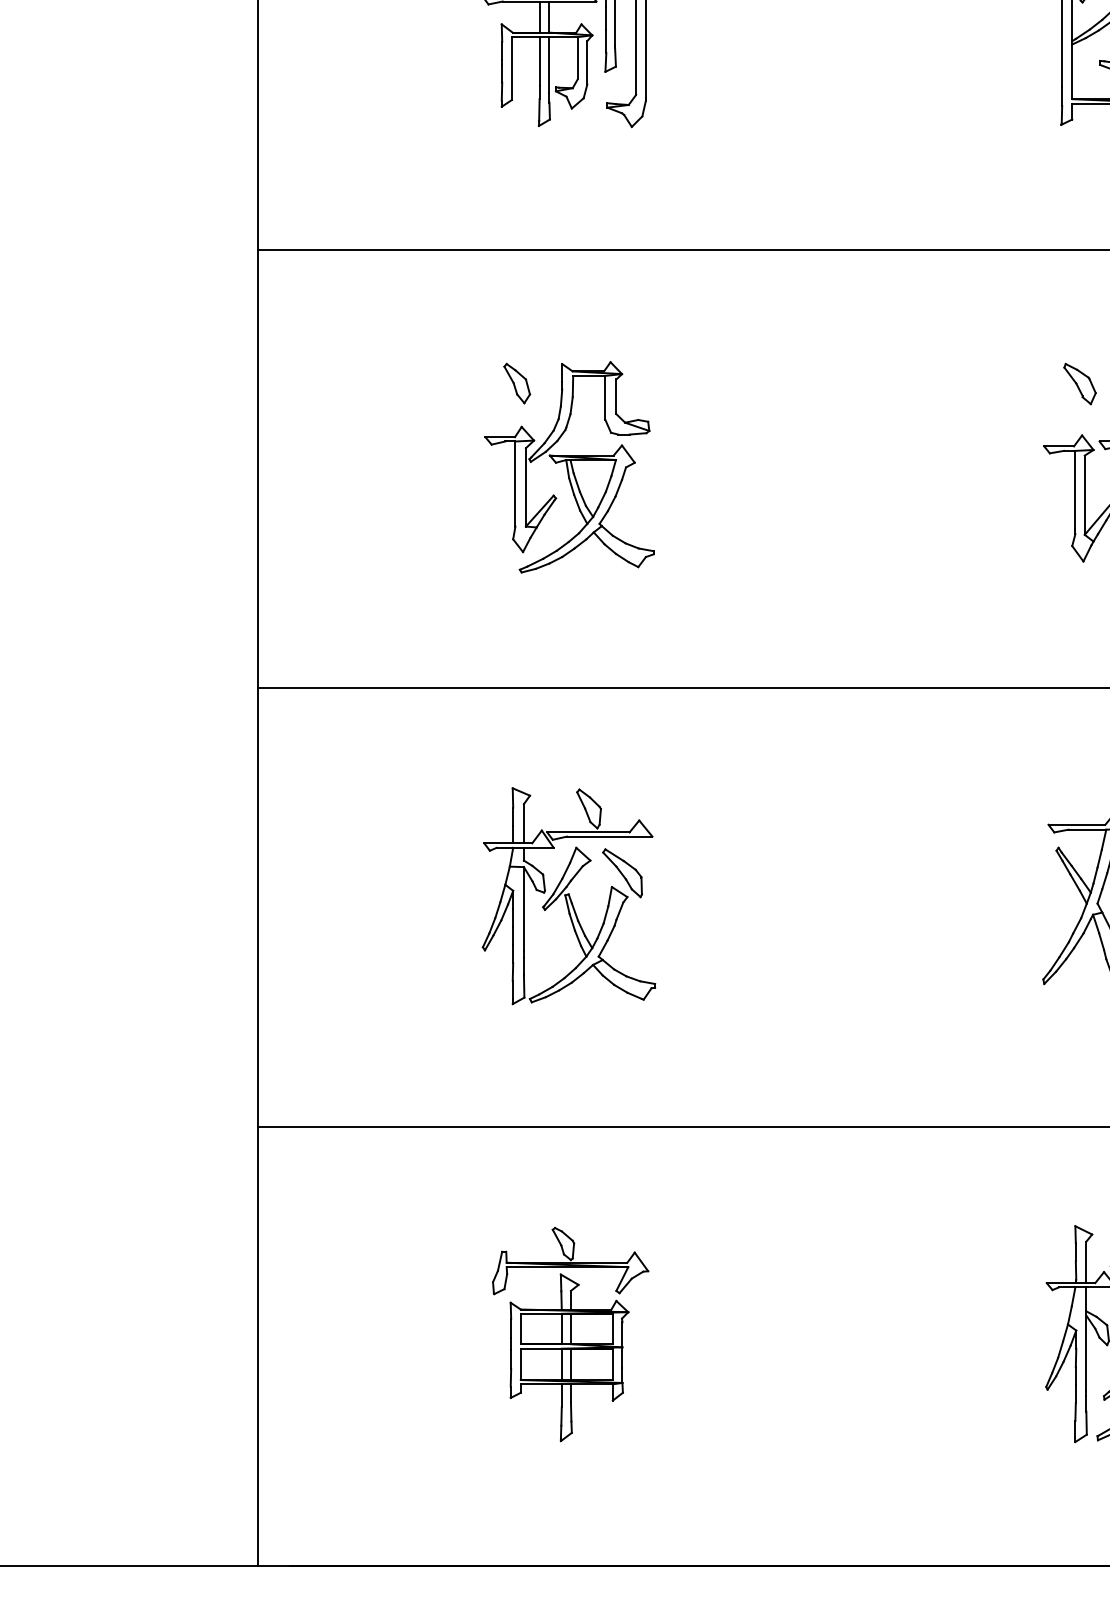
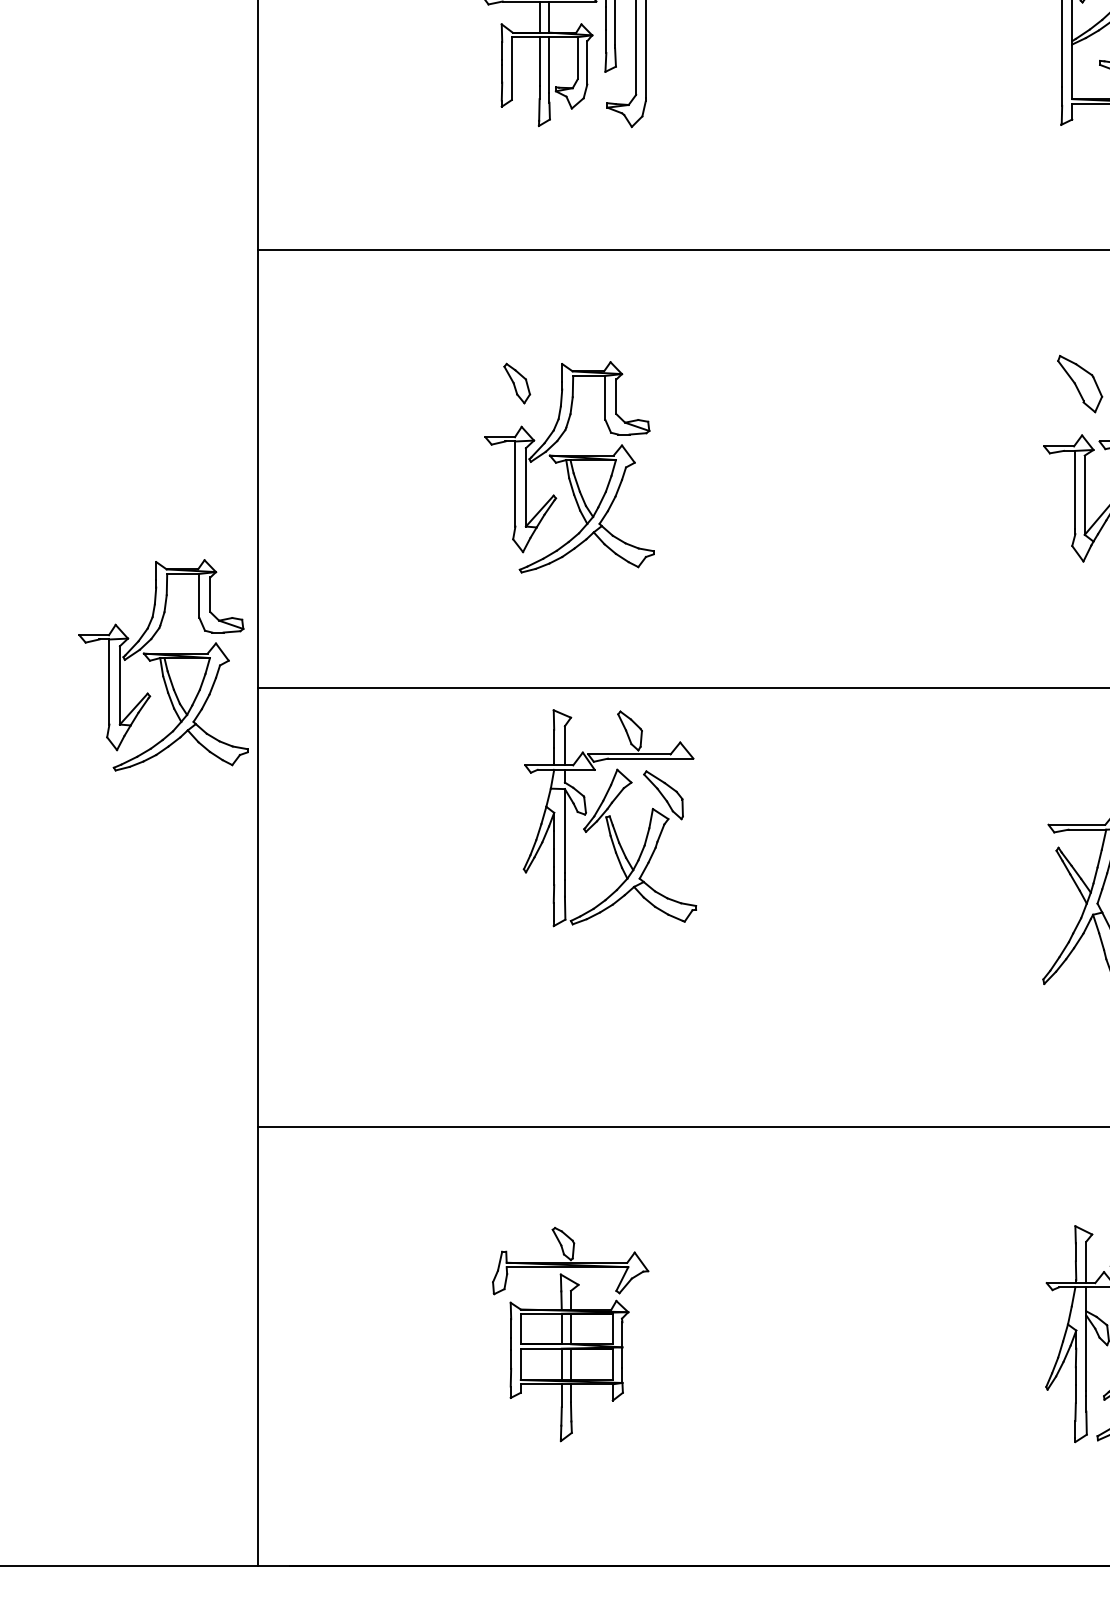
part at (1079, 383) size: 34x44 px -> 47x60 px
part at (163, 665): none -> present
part at (568, 896) position: (568, 896) -> (609, 818)
